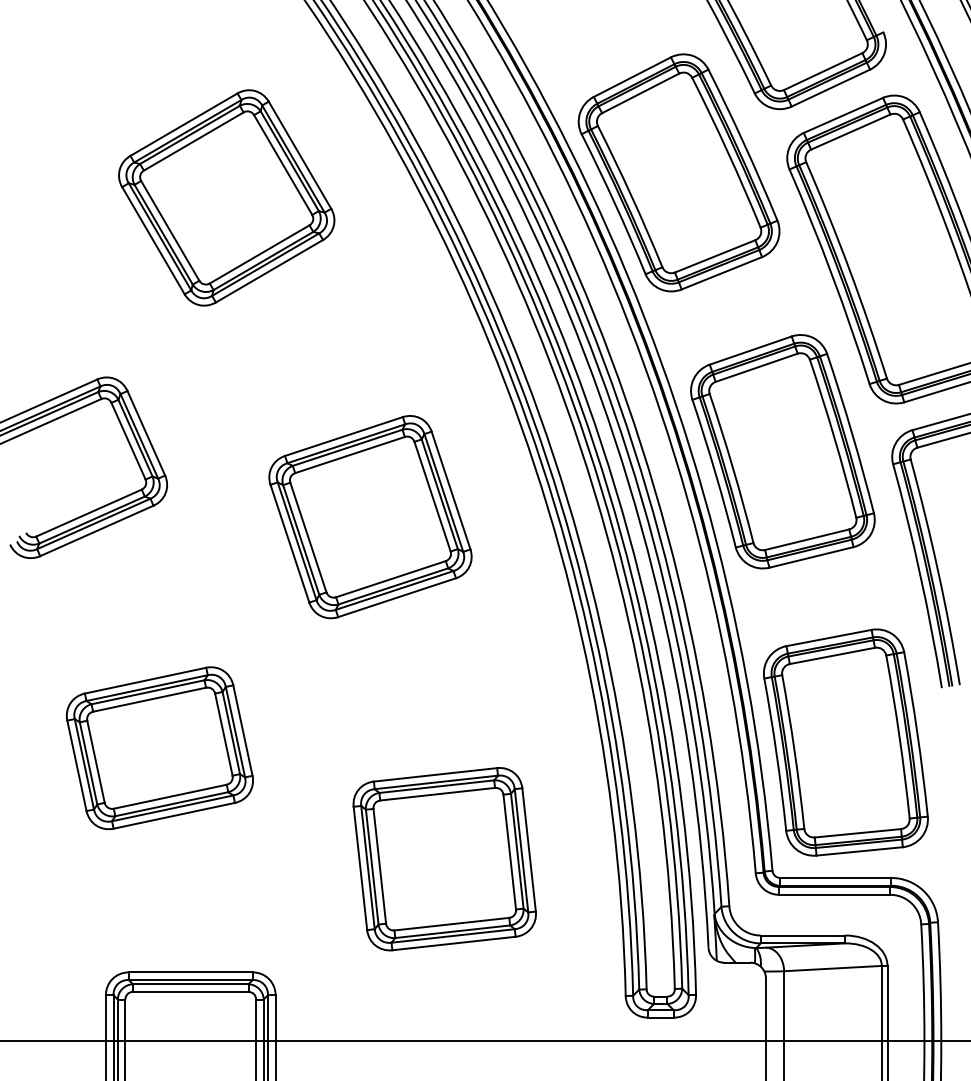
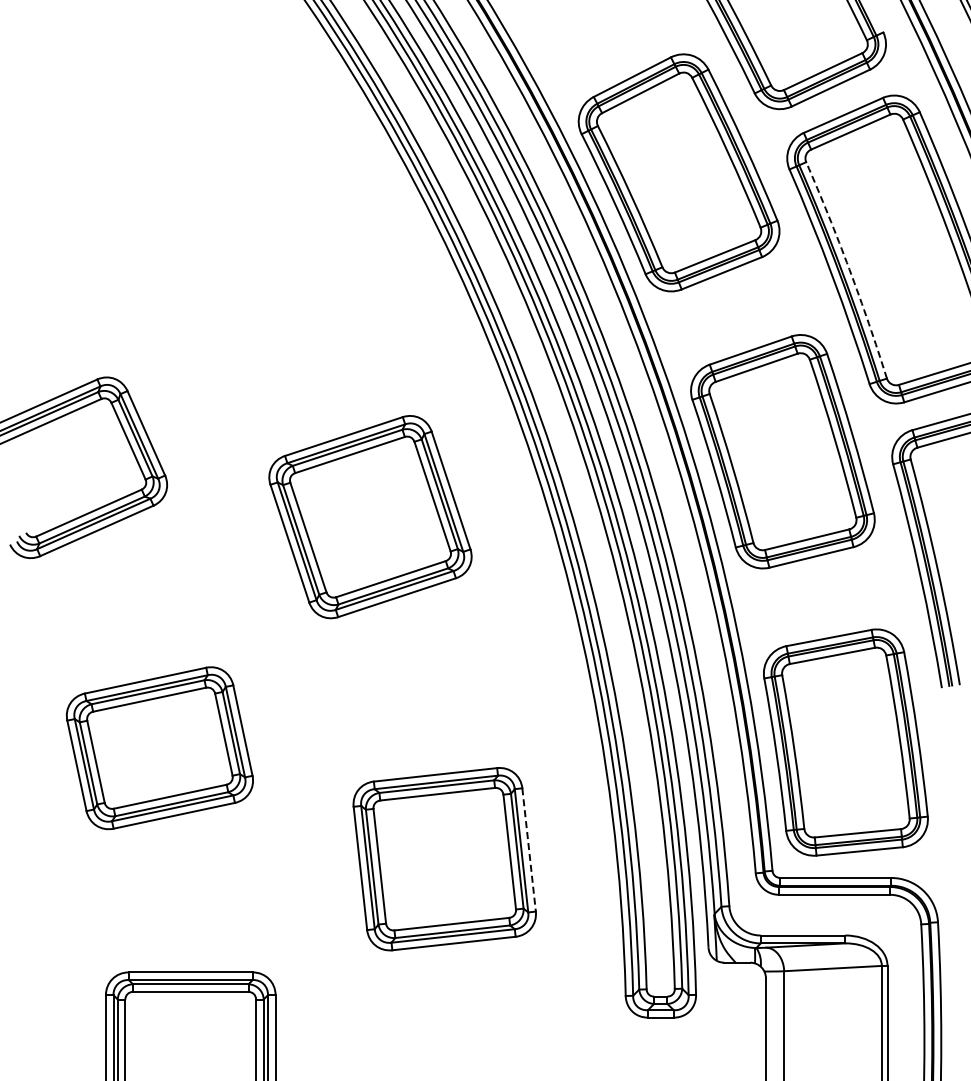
part at (226, 197): present -> none
arc at (849, 269): solid -> dashed
line at (529, 850): solid -> dashed
line at (484, 1041): present -> none
